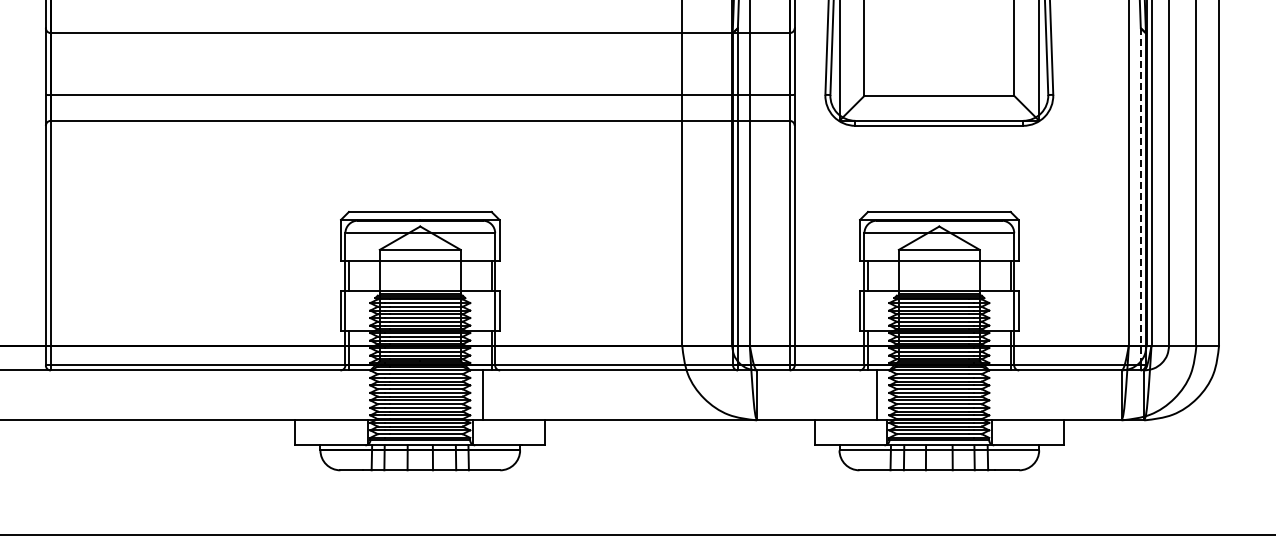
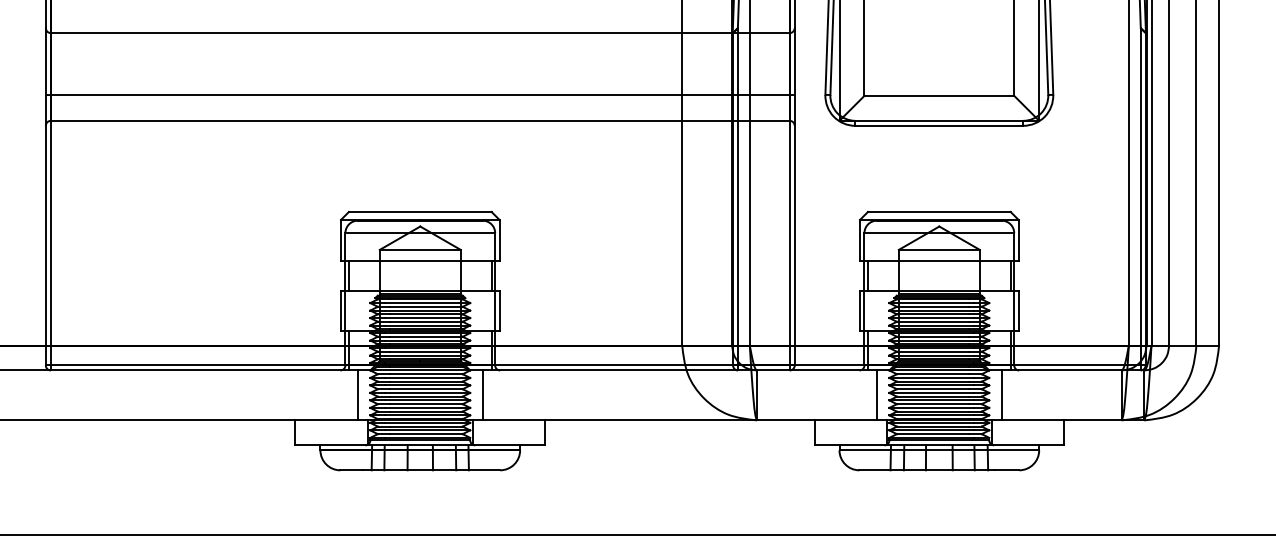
line at (1140, 196): dashed -> solid
line at (357, 395): none -> present
line at (1001, 395): none -> present
